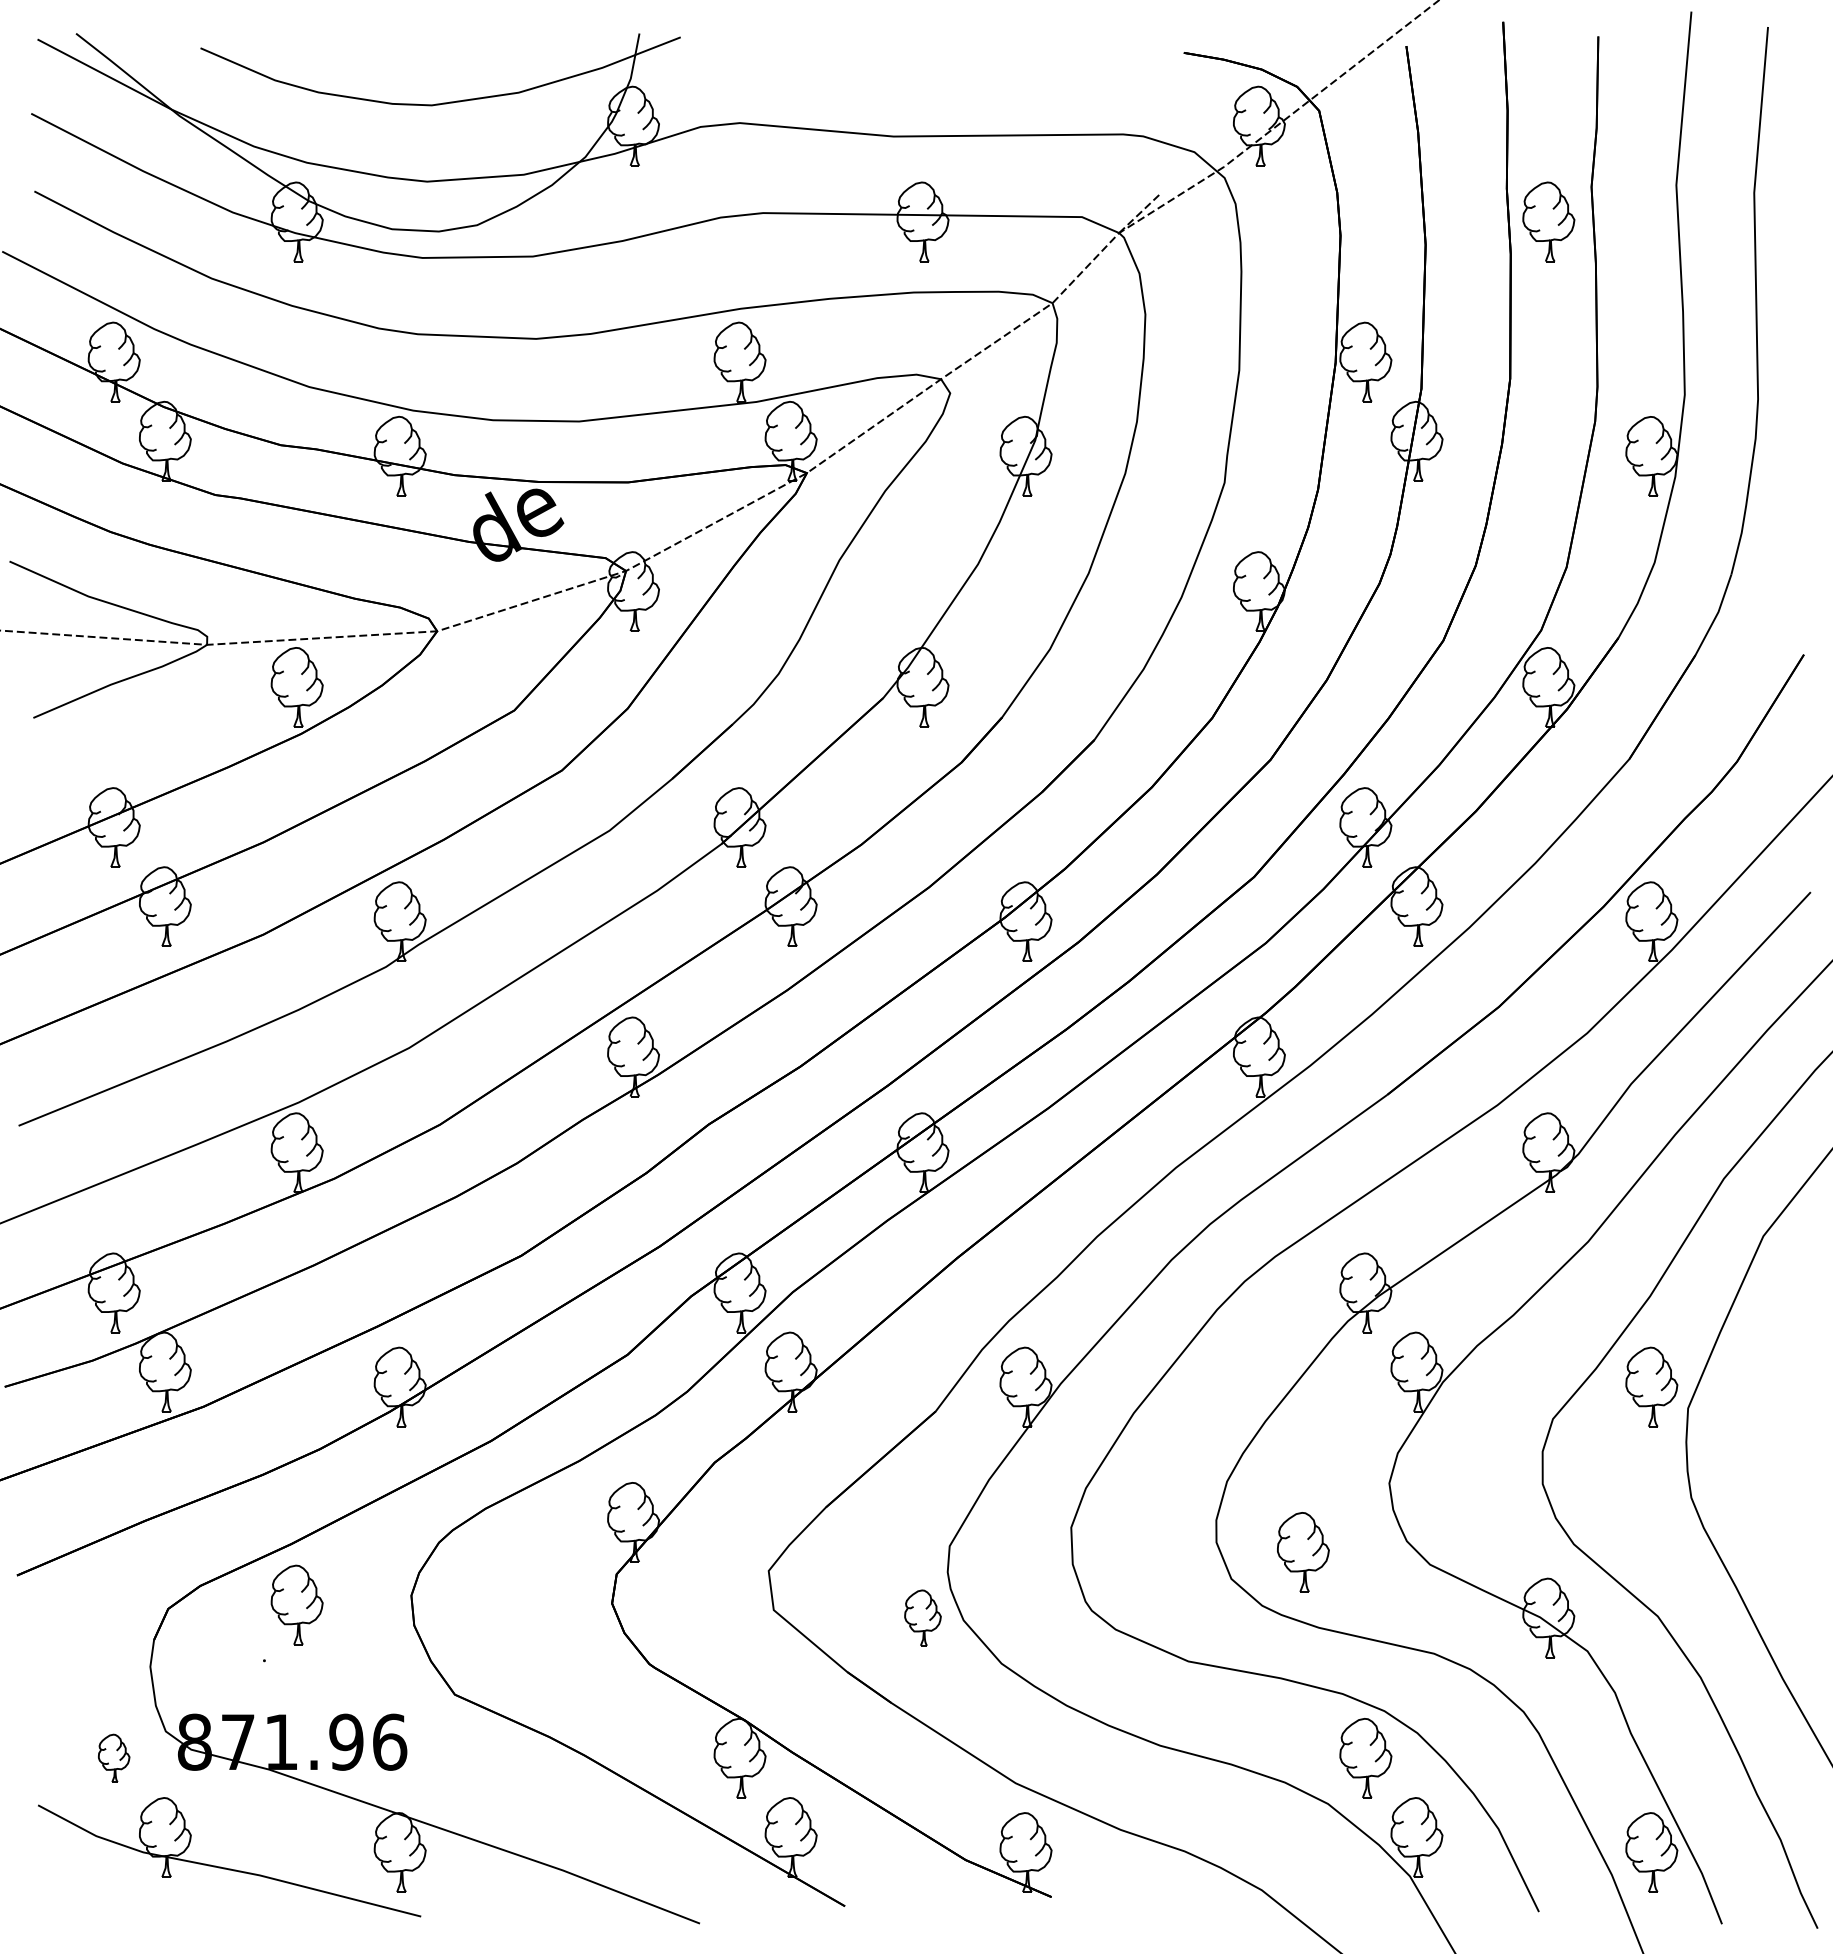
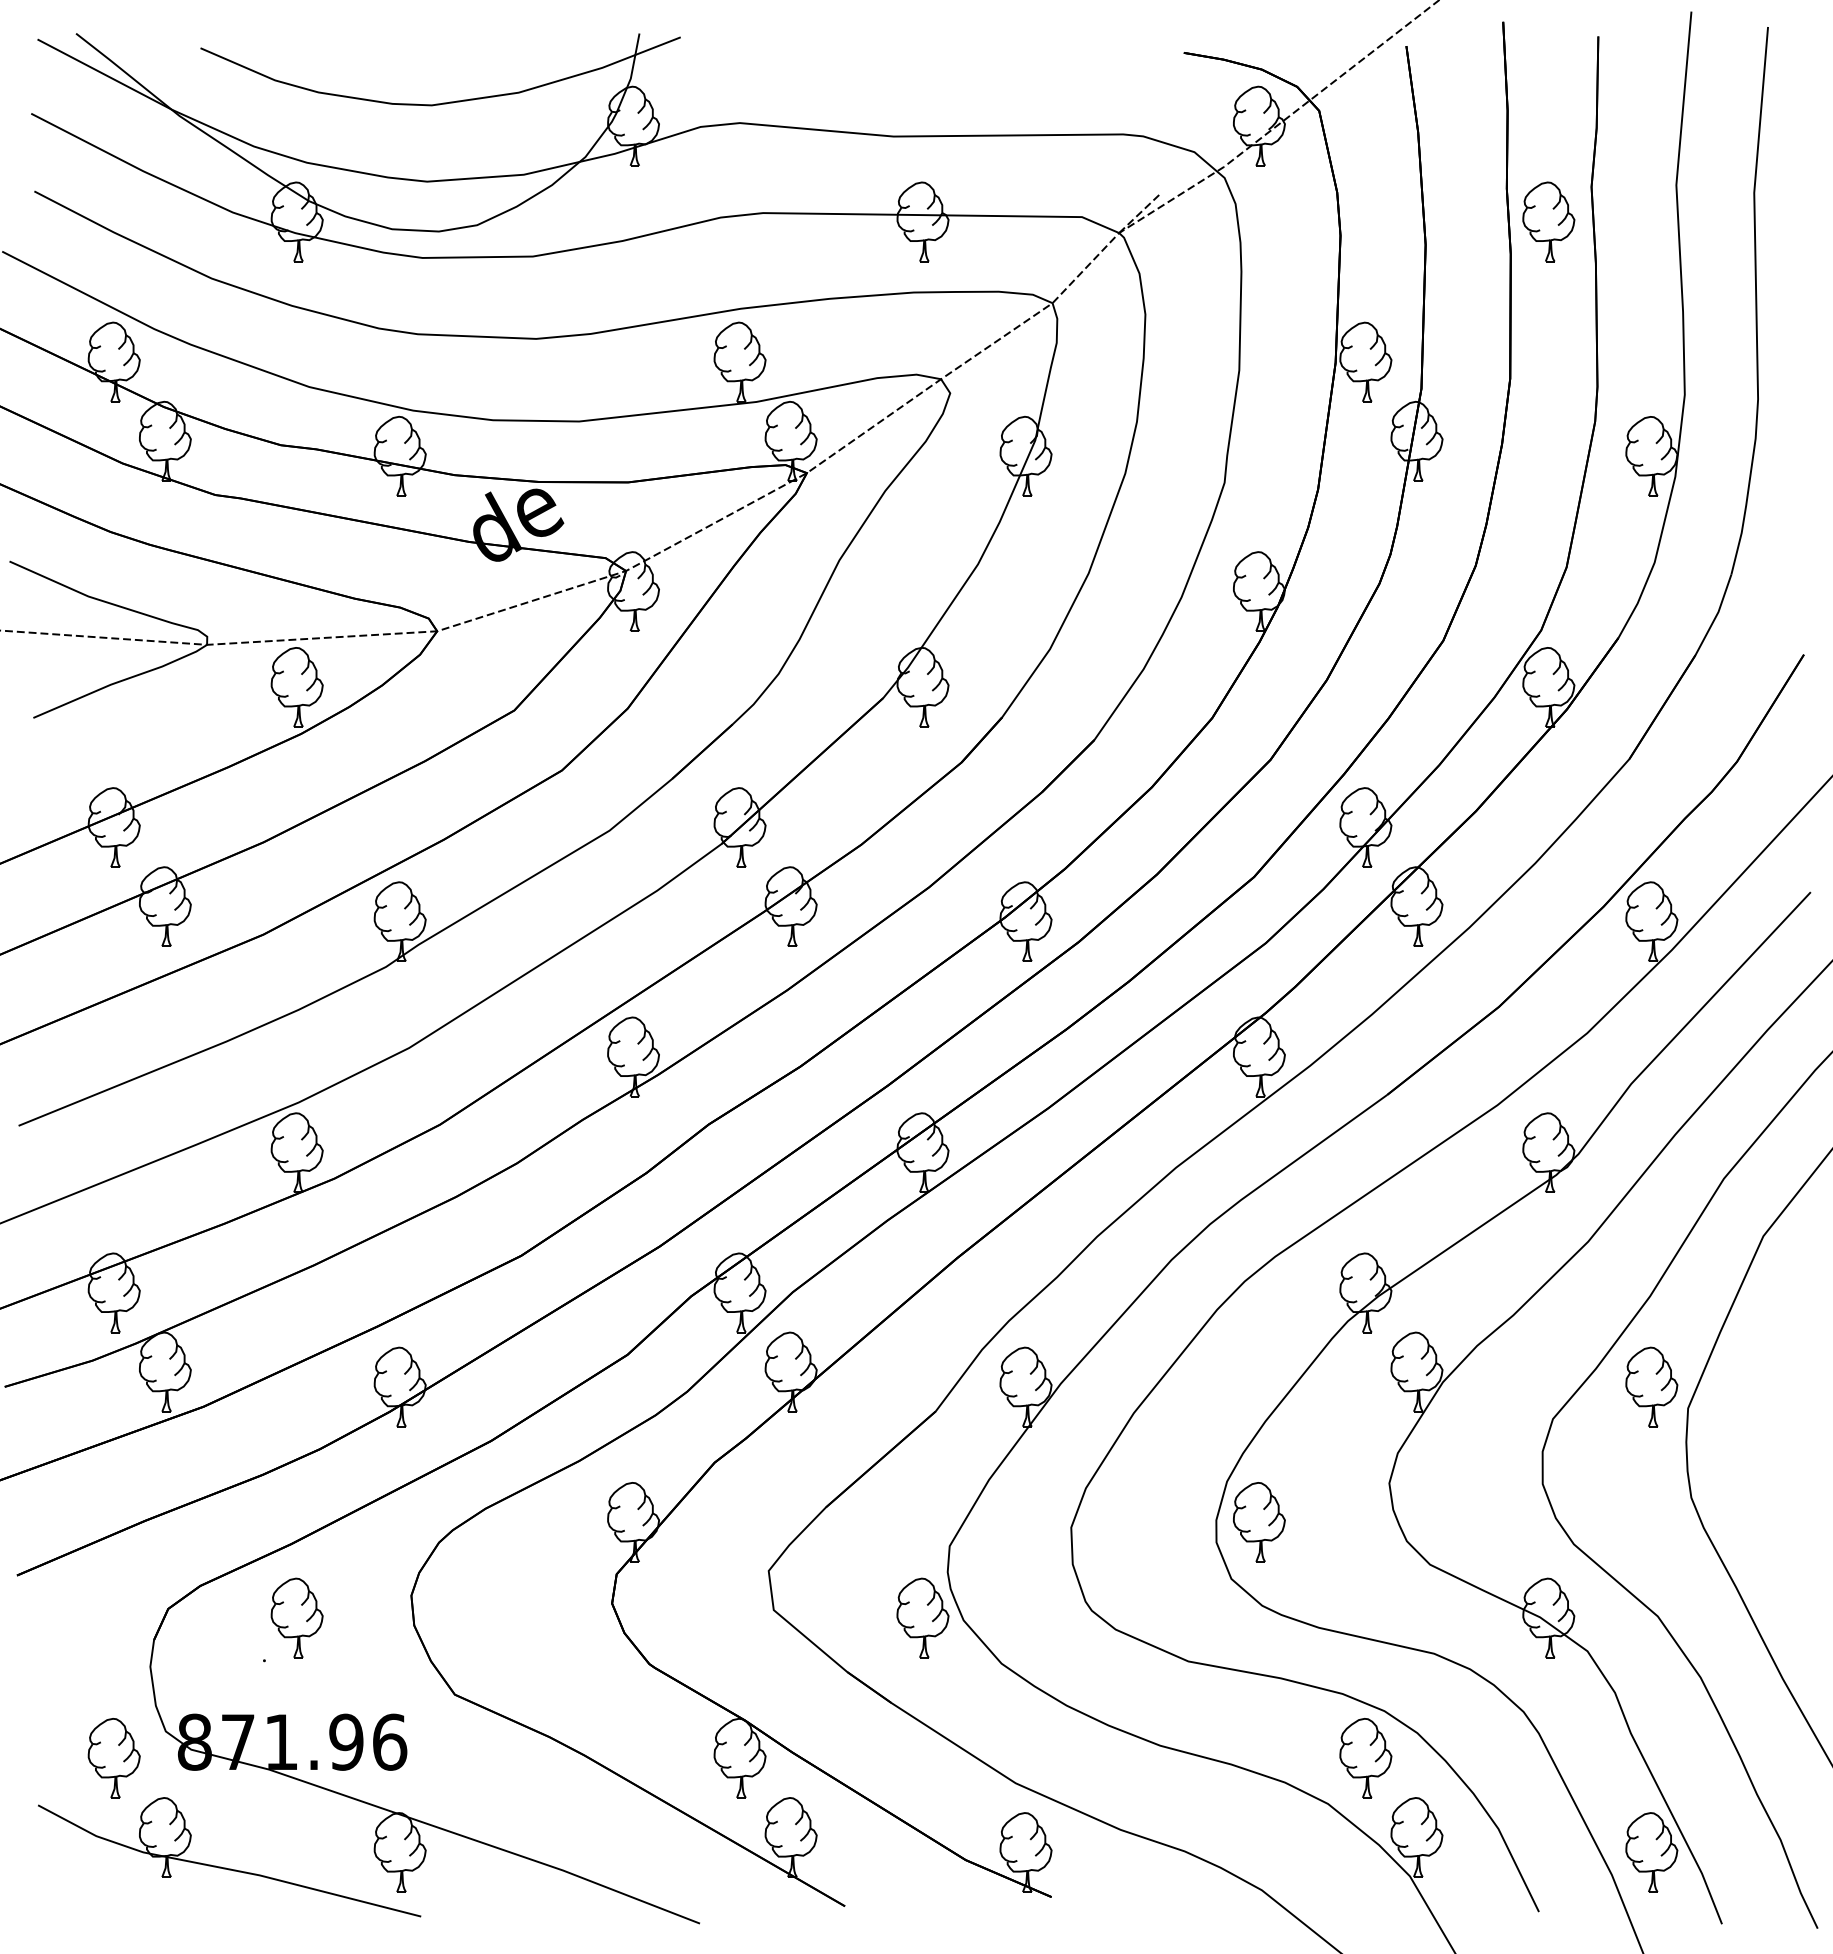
part at (1303, 1552) position: (1303, 1552) -> (1259, 1522)
part at (296, 1604) position: (296, 1604) -> (296, 1617)
part at (922, 1617) size: 38x58 px -> 54x82 px
part at (114, 1757) size: 33x50 px -> 54x81 px
